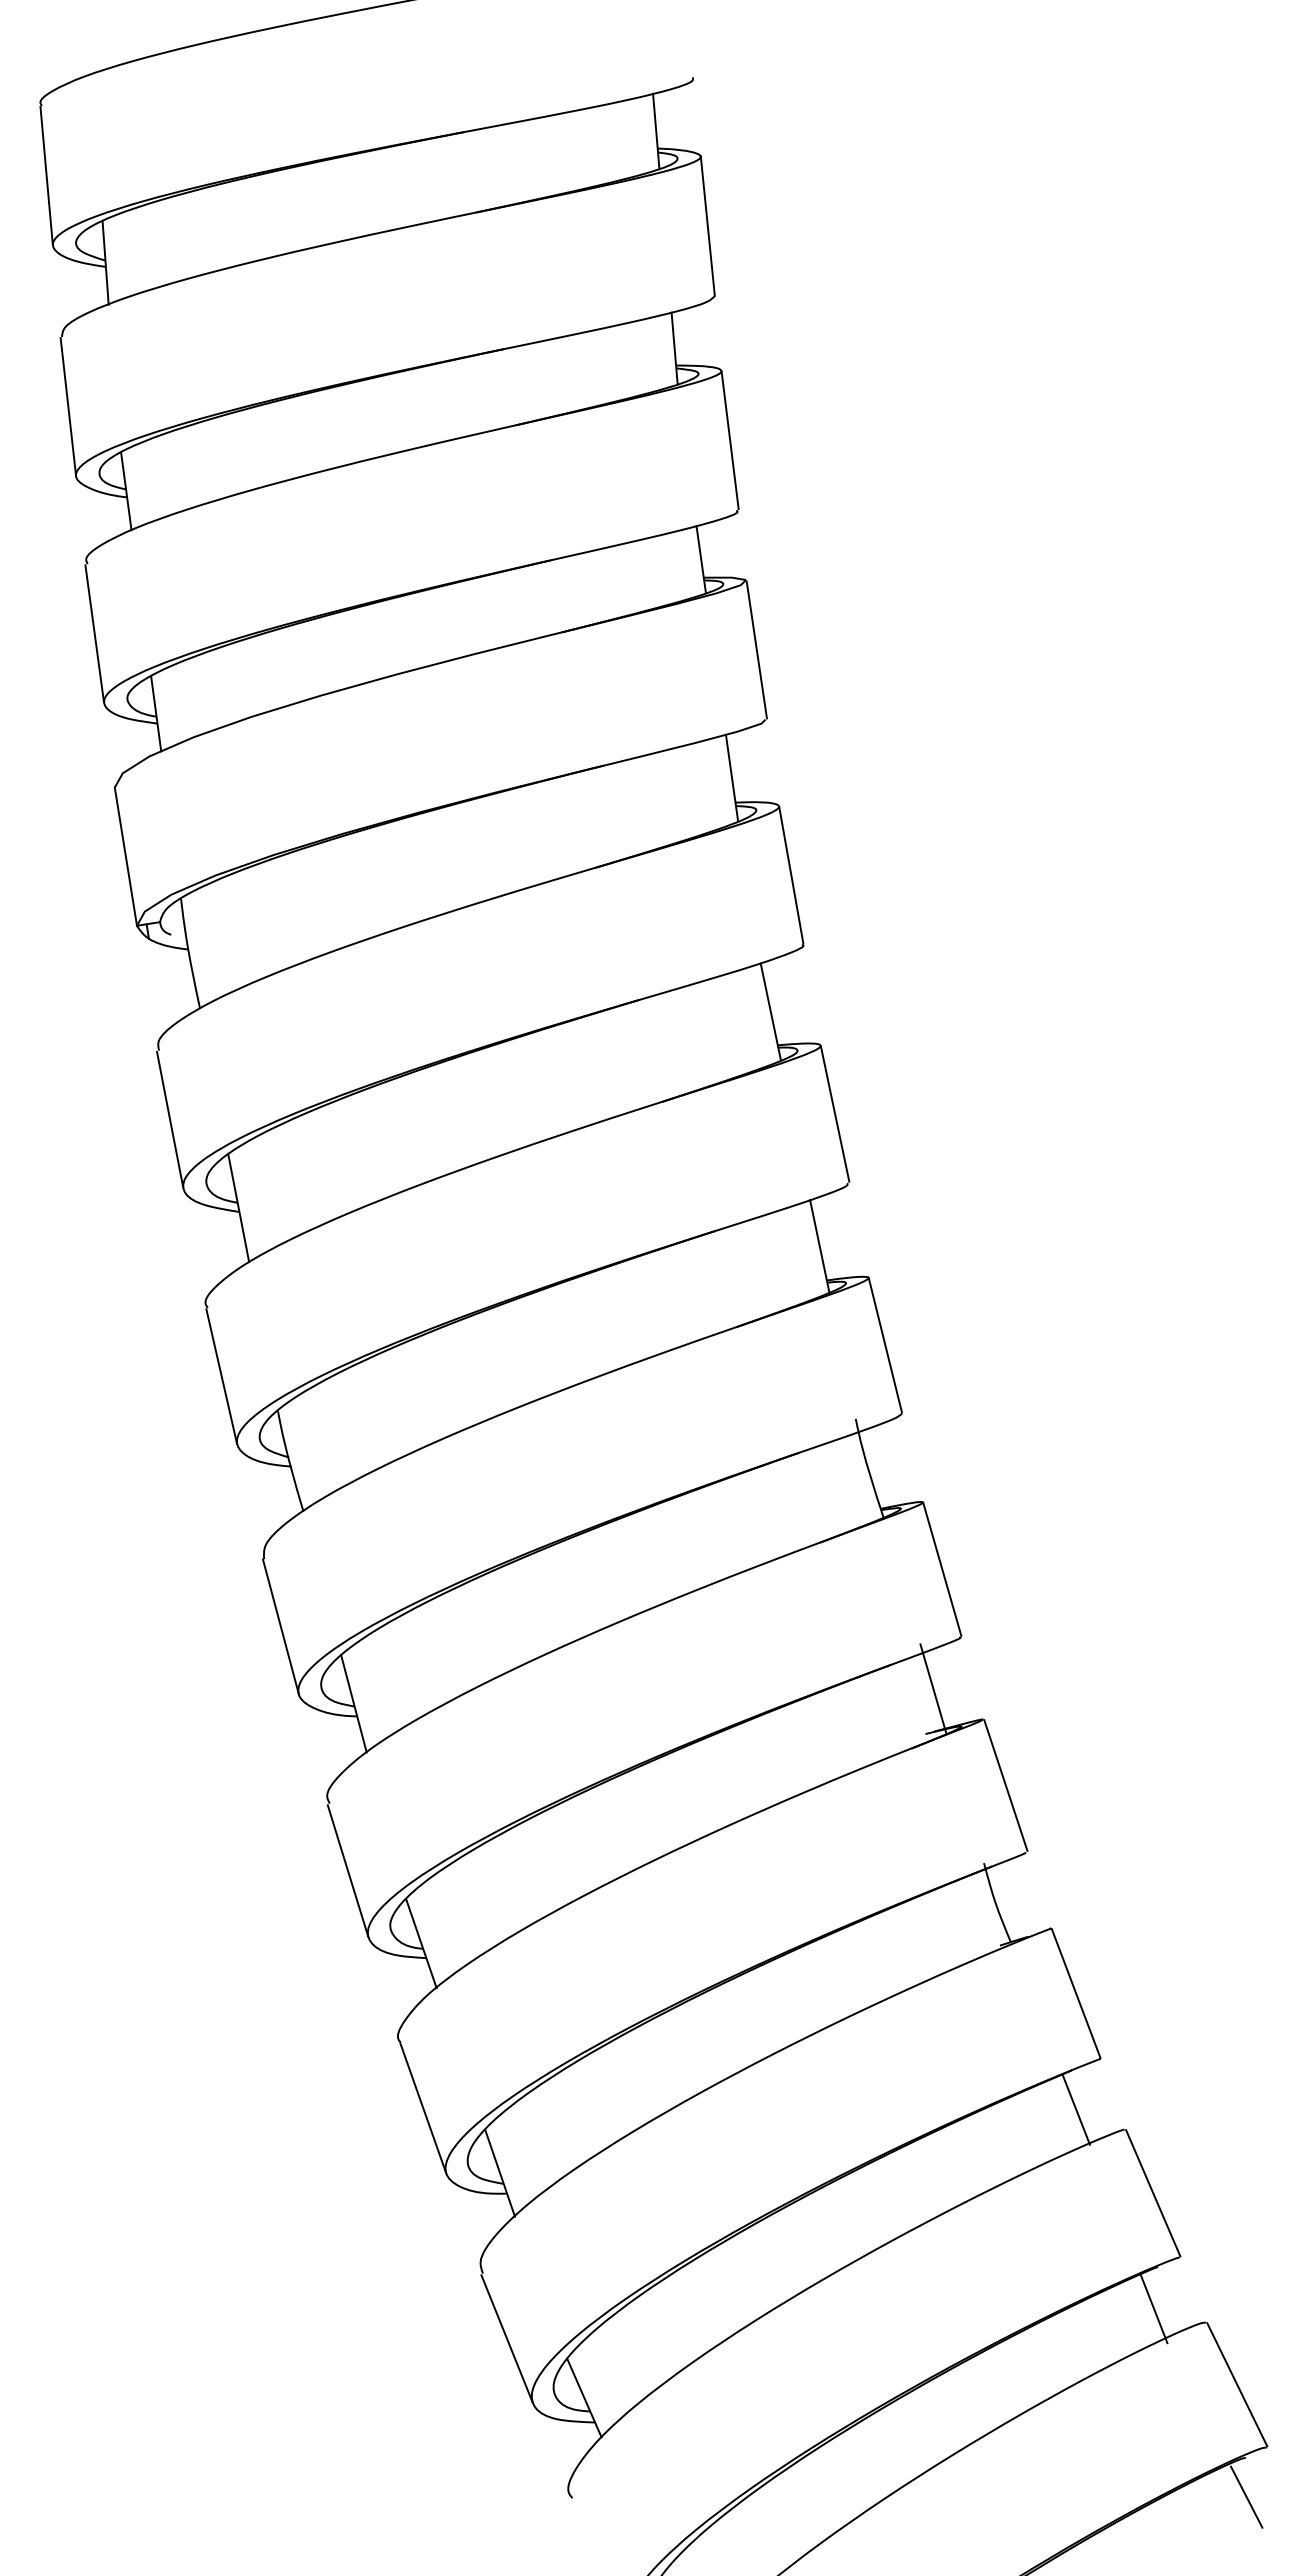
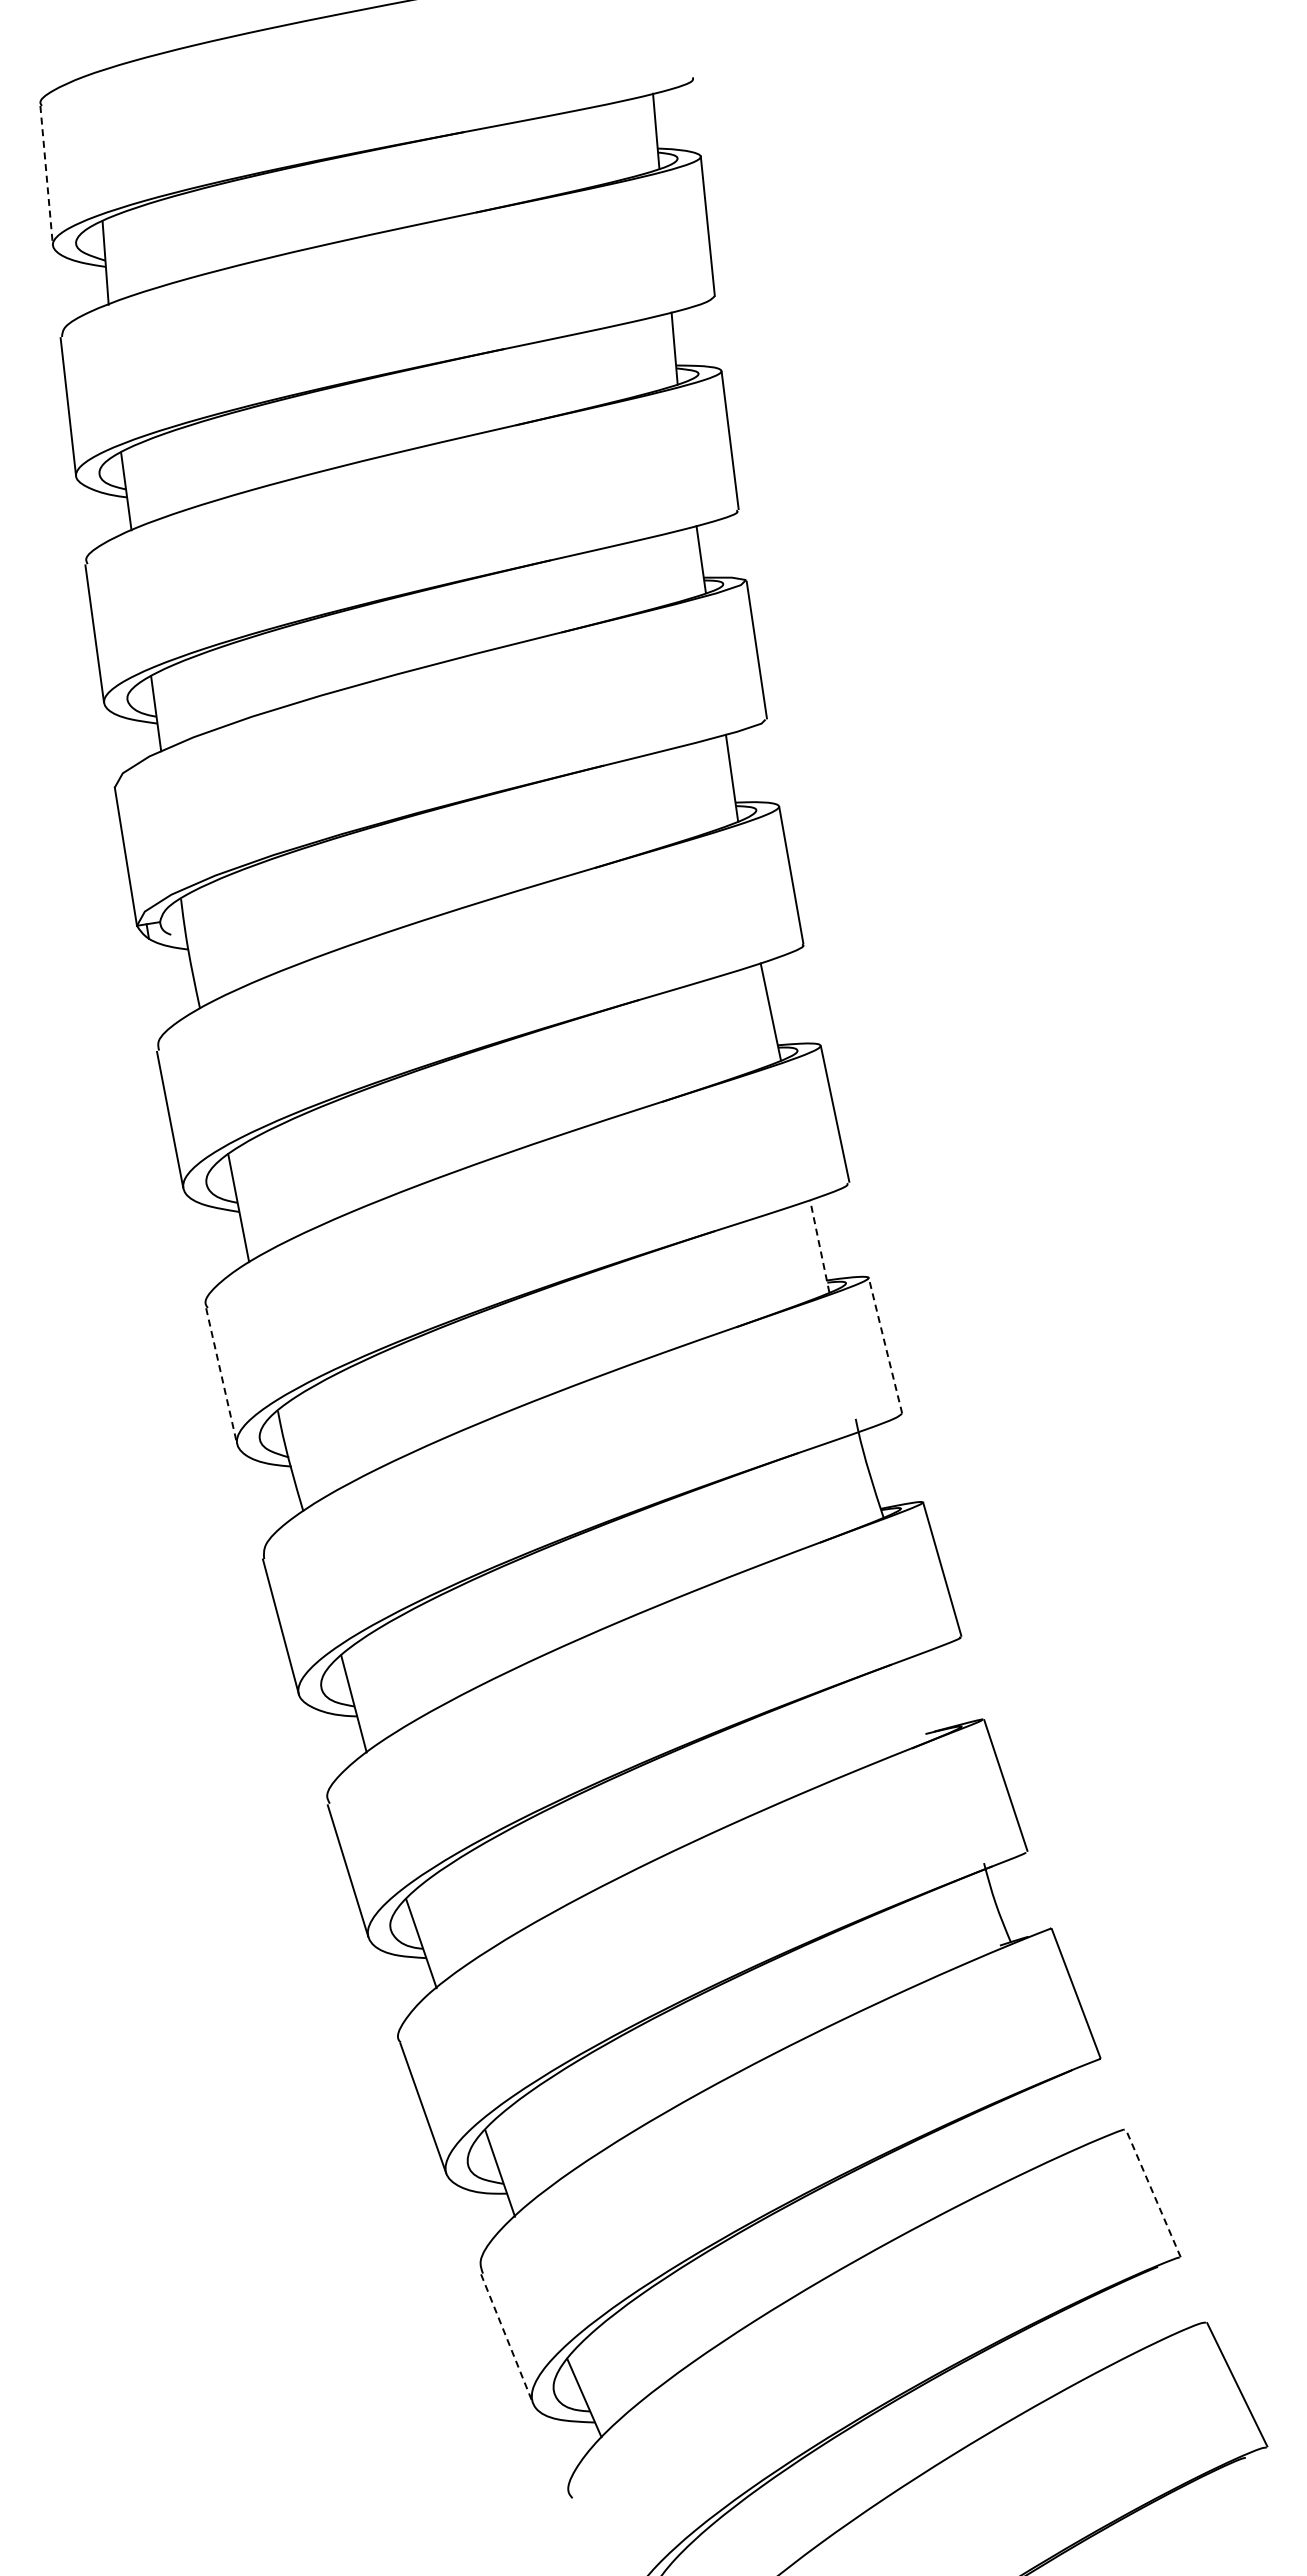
line at (46, 175): solid -> dashed
line at (819, 1245): solid -> dashed
line at (885, 1345): solid -> dashed
line at (221, 1376): solid -> dashed
line at (933, 1689): present -> none
line at (1075, 2109): present -> none
line at (1153, 2193): solid -> dashed
line at (1153, 2308): present -> none
line at (507, 2338): solid -> dashed
line at (1246, 2496): present -> none
